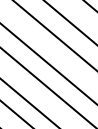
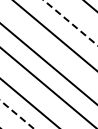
line at (70, 22): solid -> dashed
line at (17, 114): solid -> dashed
